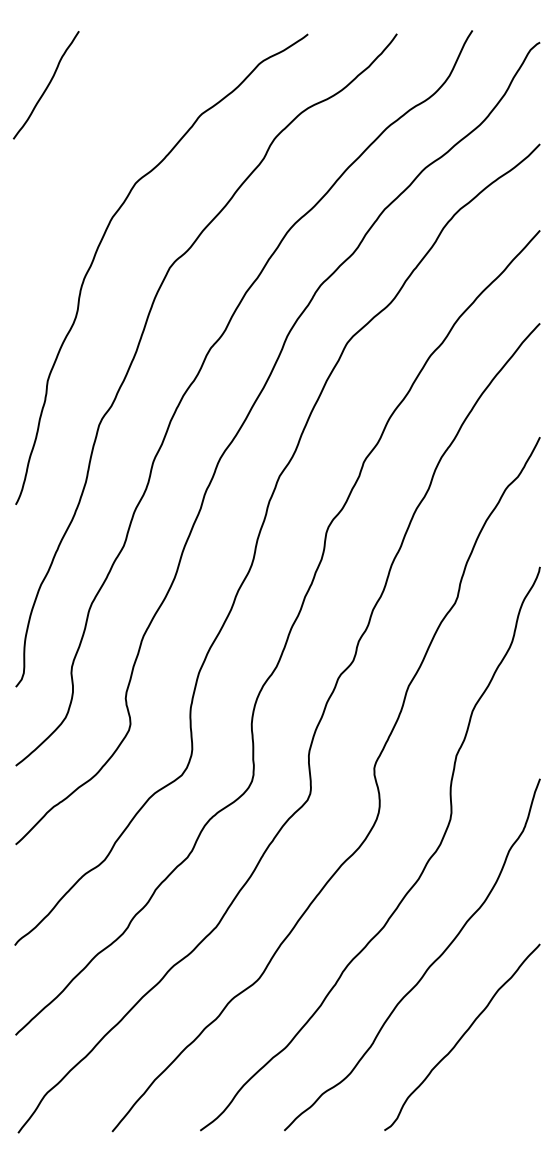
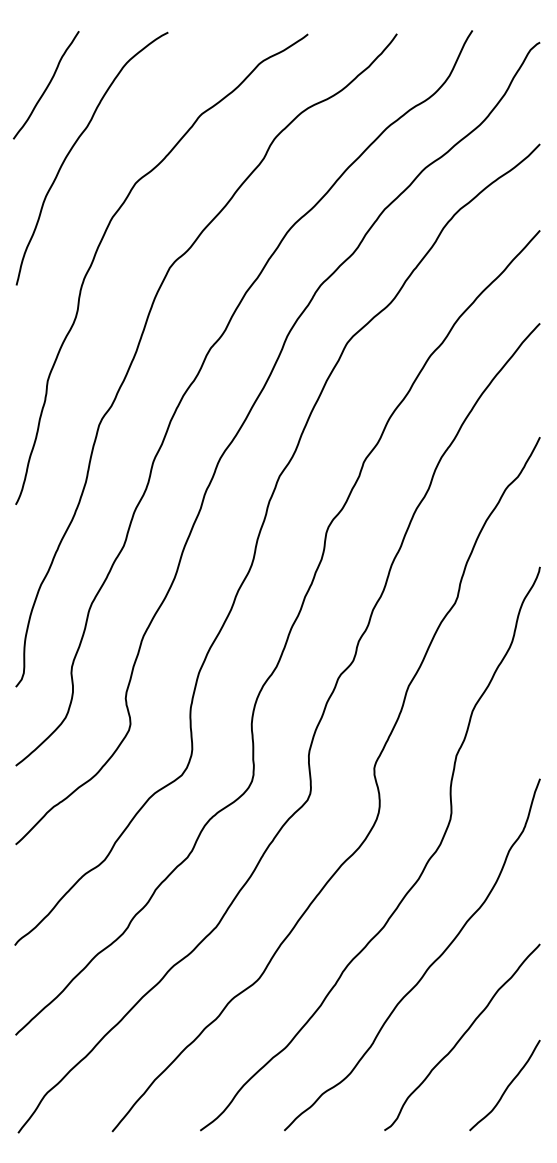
curve at (74, 146): none -> present
curve at (506, 1087): none -> present
